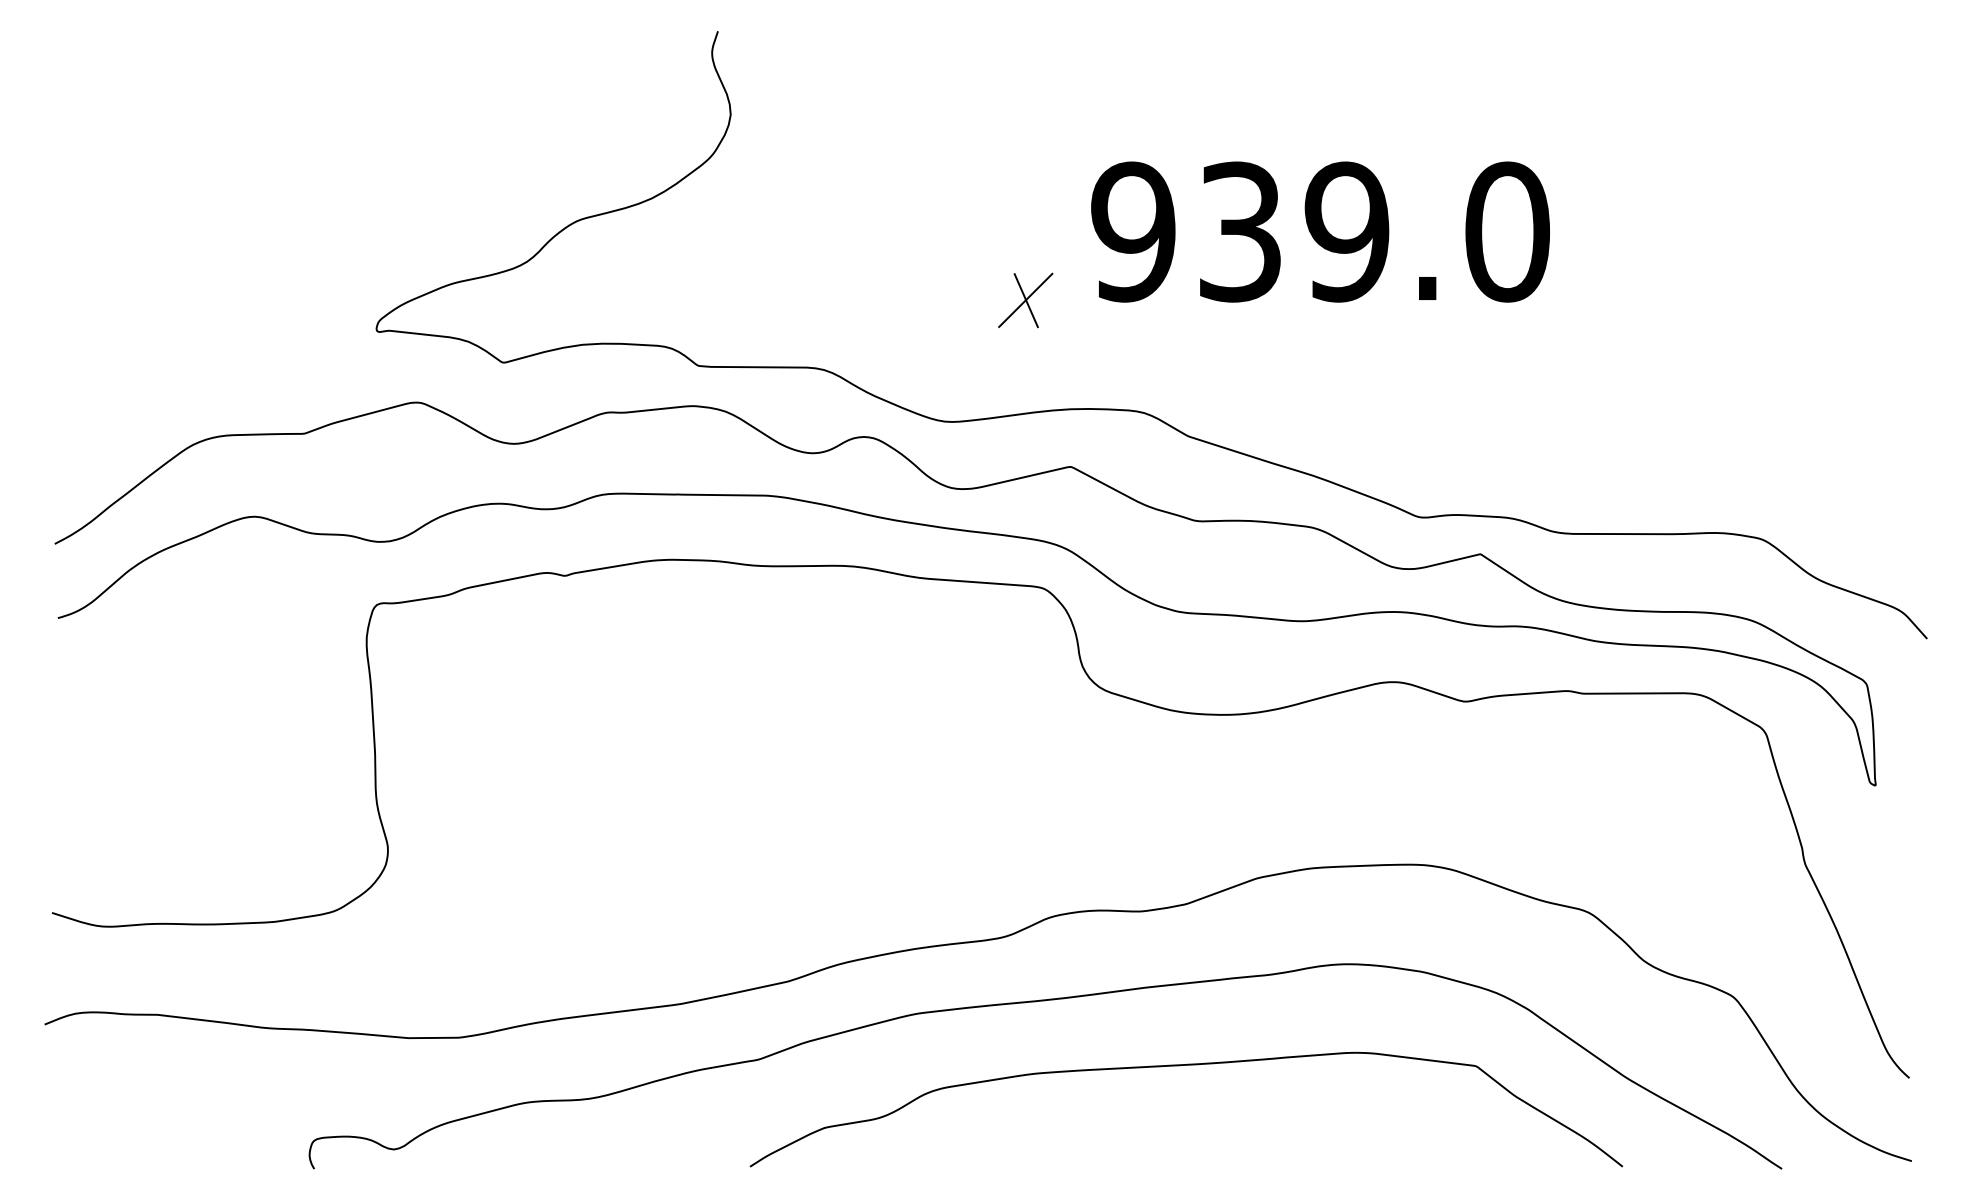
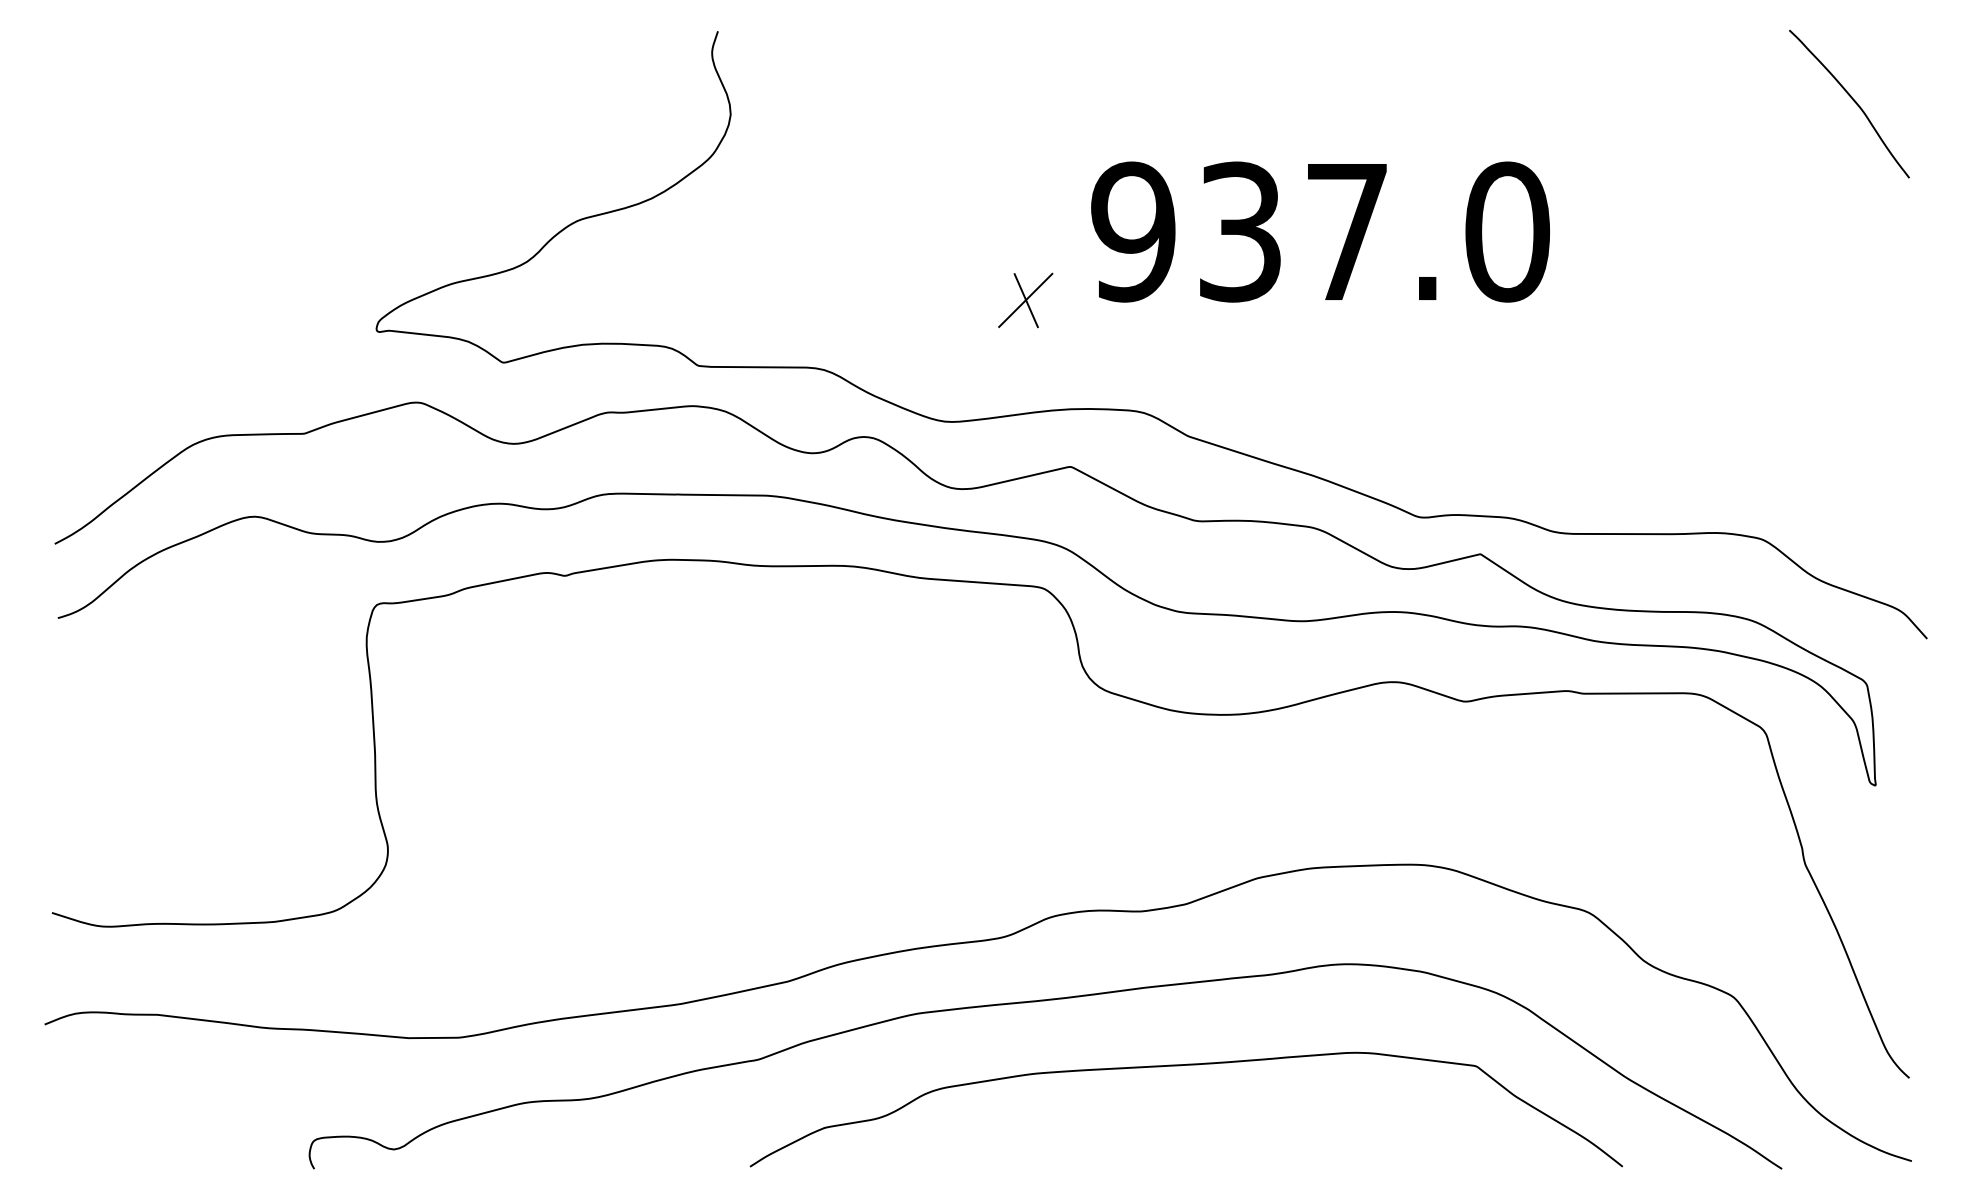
curve at (1852, 100): none -> present
text at (1346, 231): 939.0 -> 937.0
